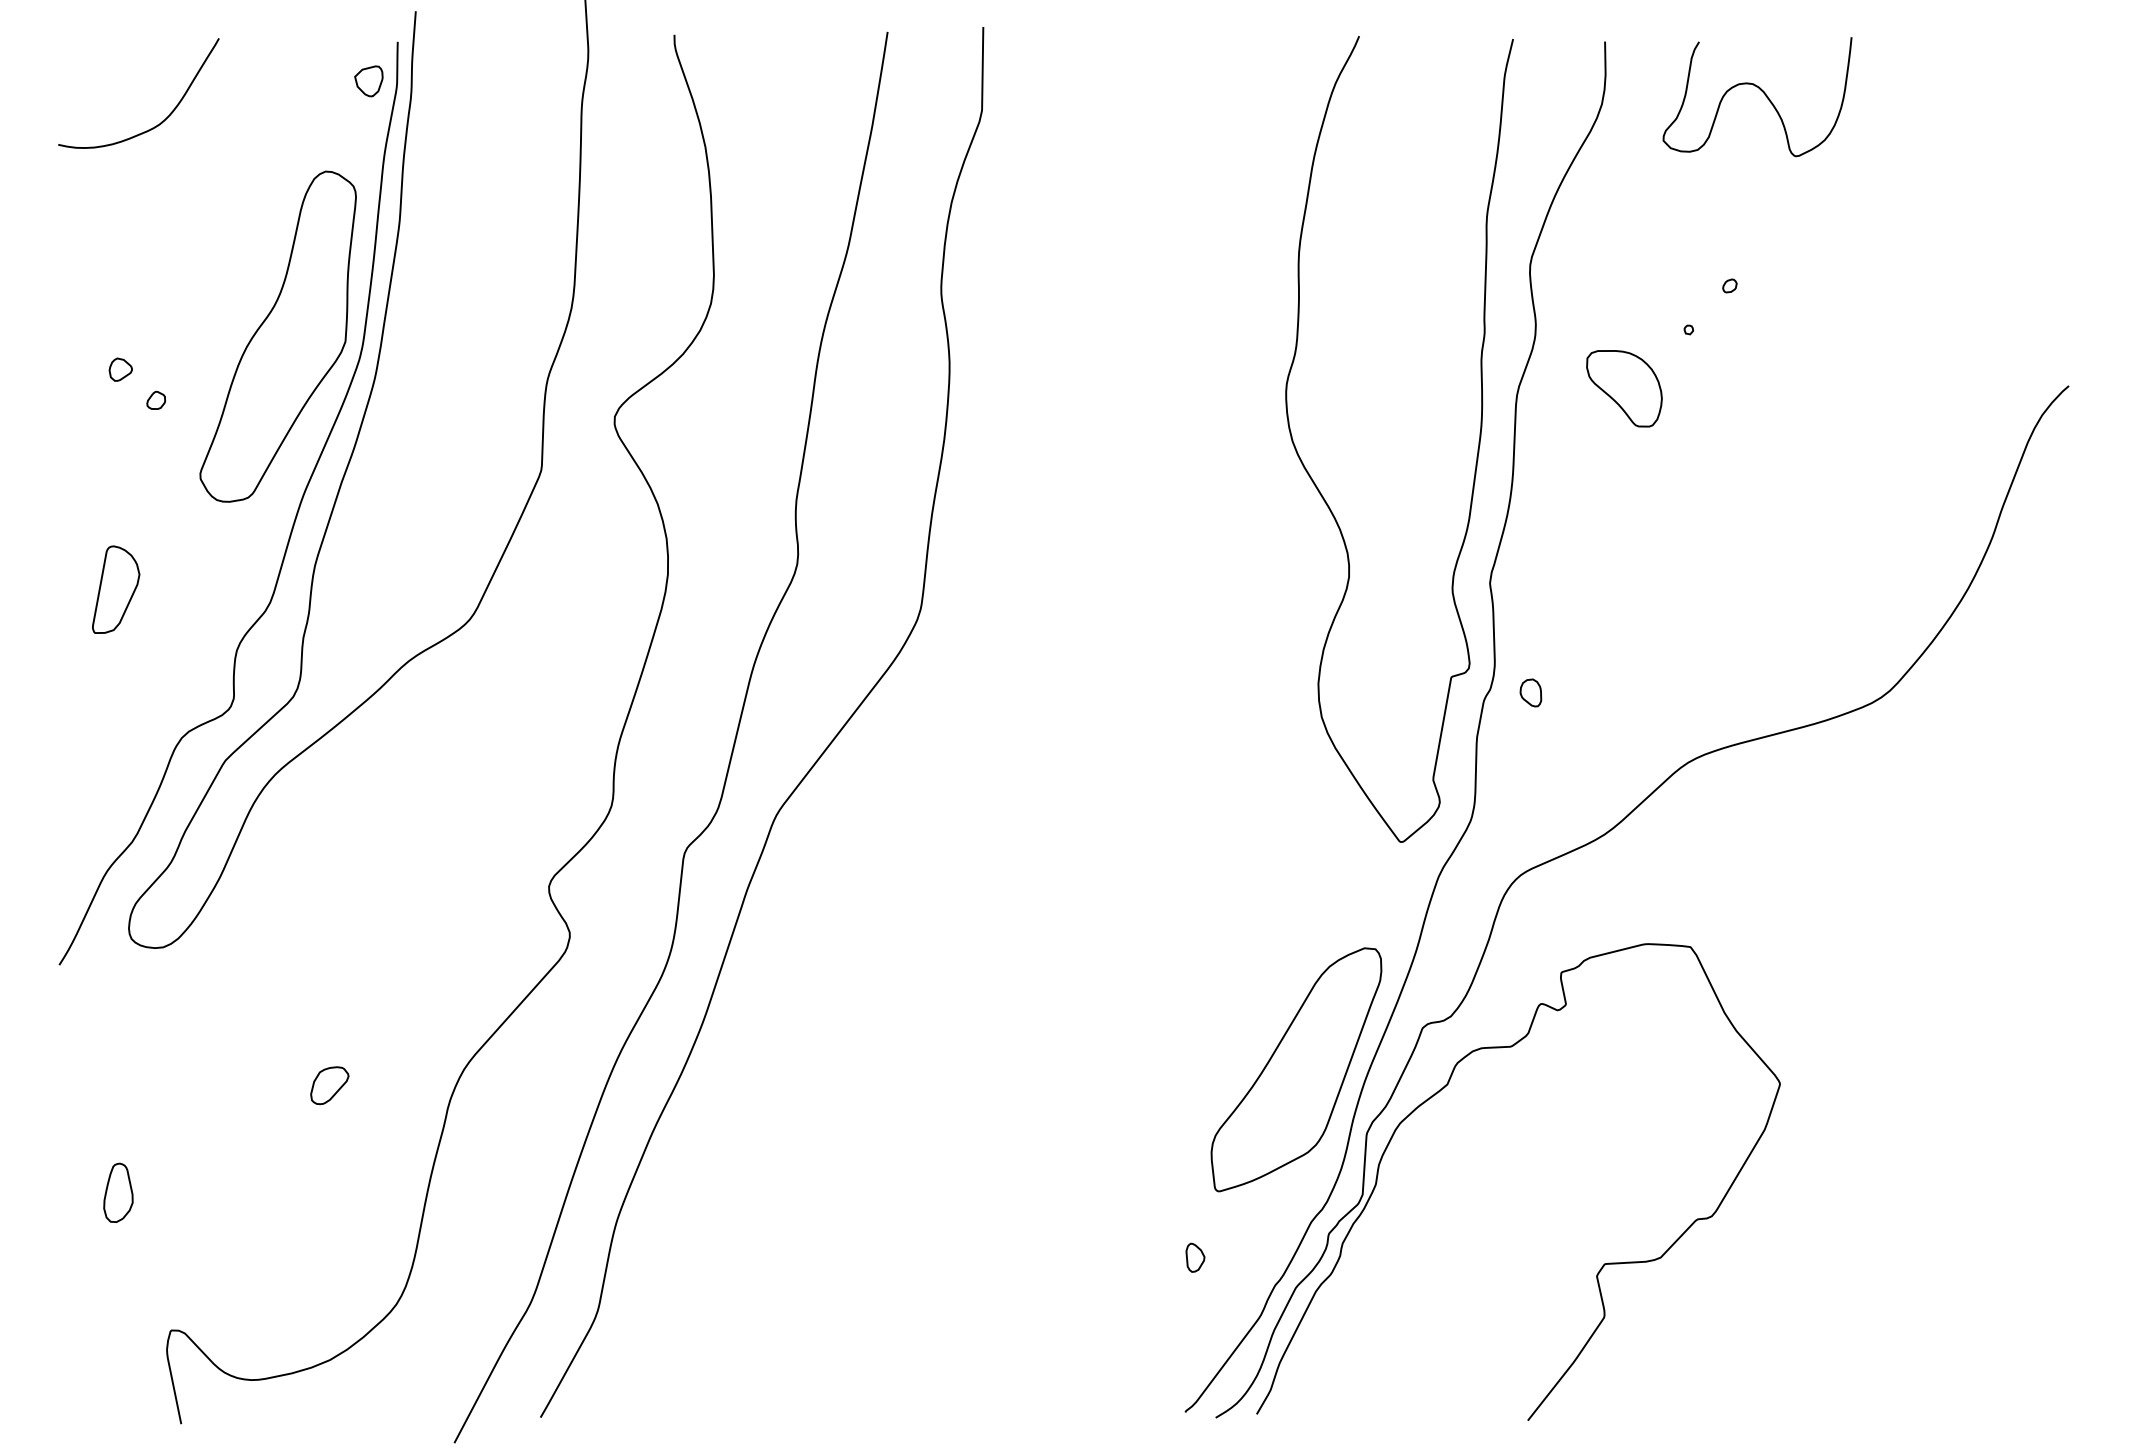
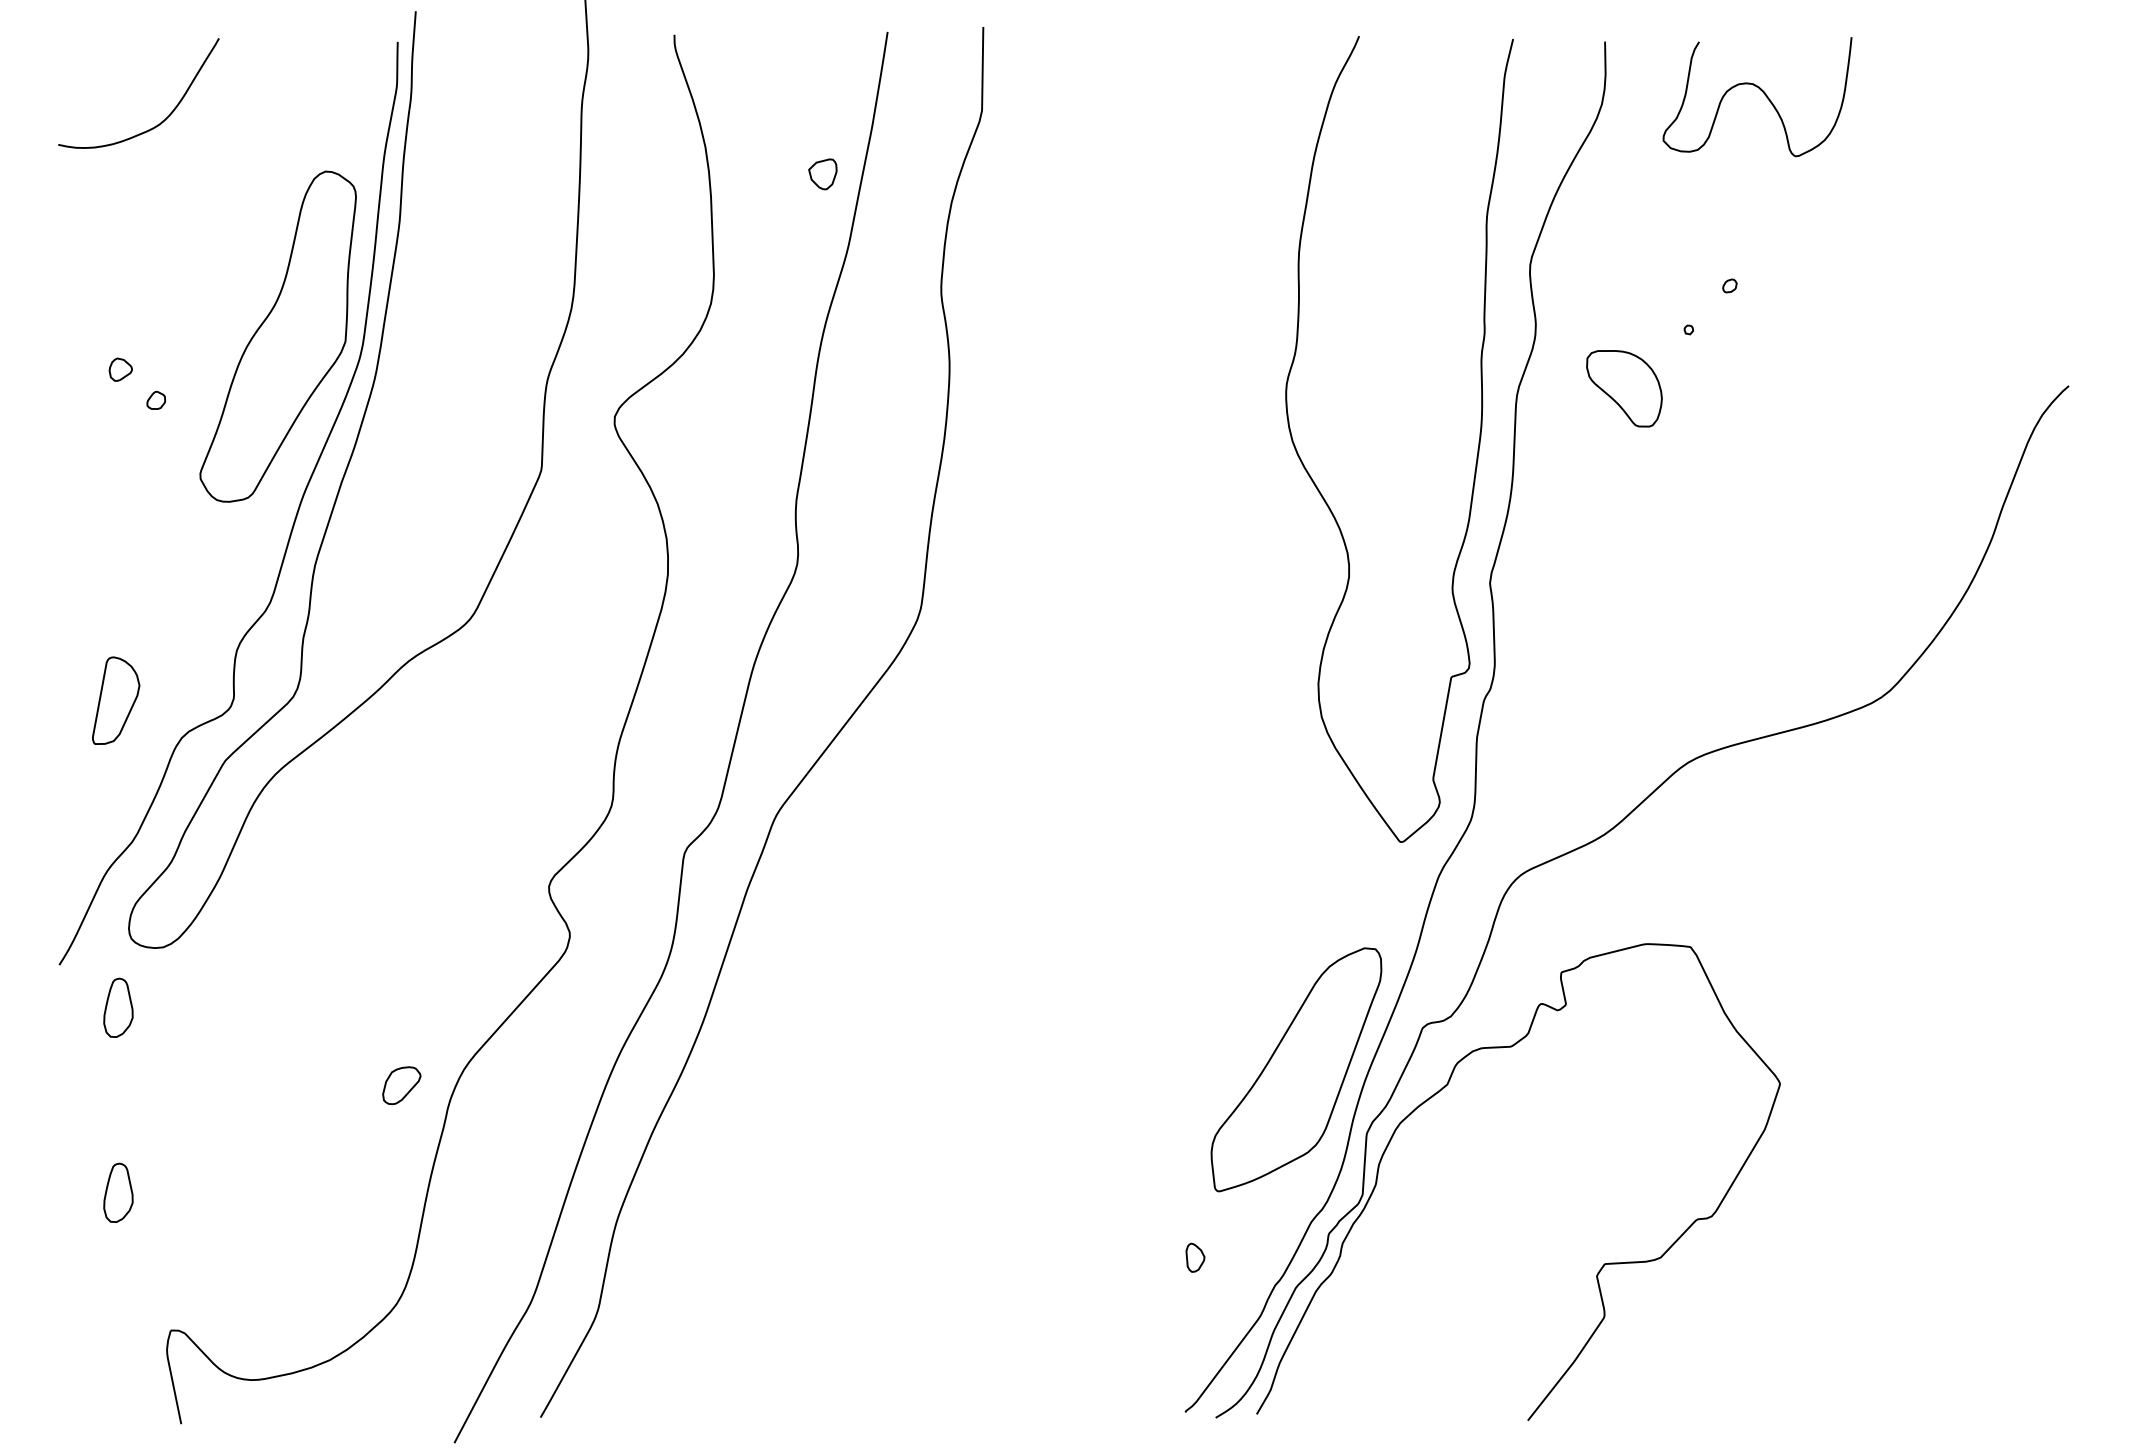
part at (368, 81) position: (368, 81) -> (822, 174)
part at (116, 589) position: (116, 589) -> (116, 700)
part at (1530, 692): present -> none
part at (118, 1007): none -> present
part at (329, 1085) position: (329, 1085) -> (401, 1085)
